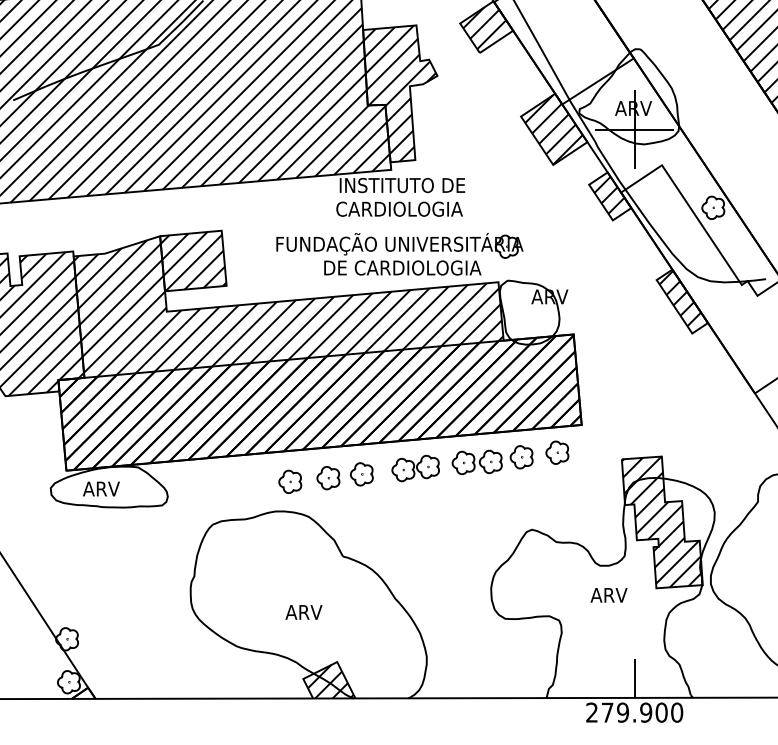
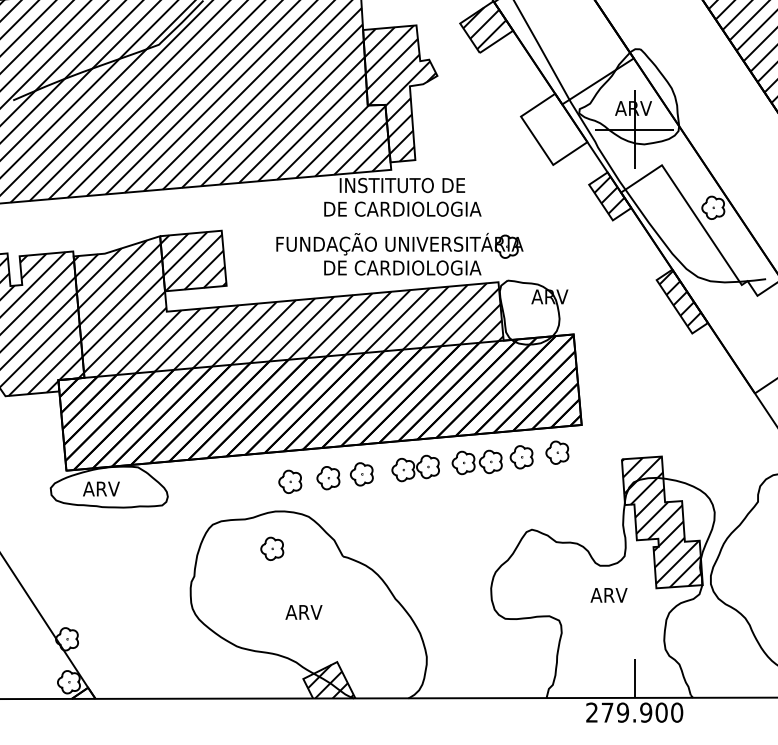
hatch at (553, 129): present -> none
text at (402, 208): CARDIOLOGIA -> DE CARDIOLOGIA
part at (272, 548): none -> present
